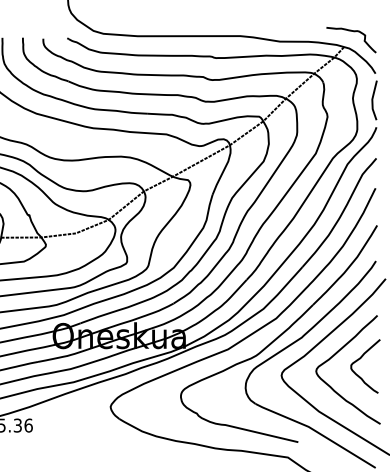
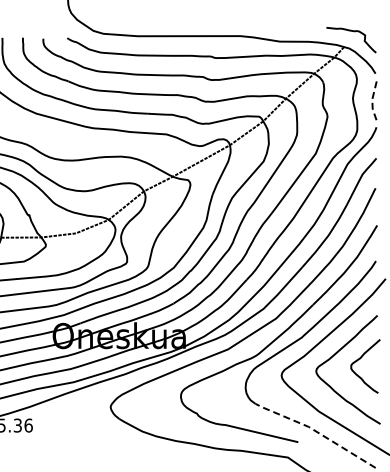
line at (372, 100): solid -> dashed
line at (316, 431): solid -> dashed
